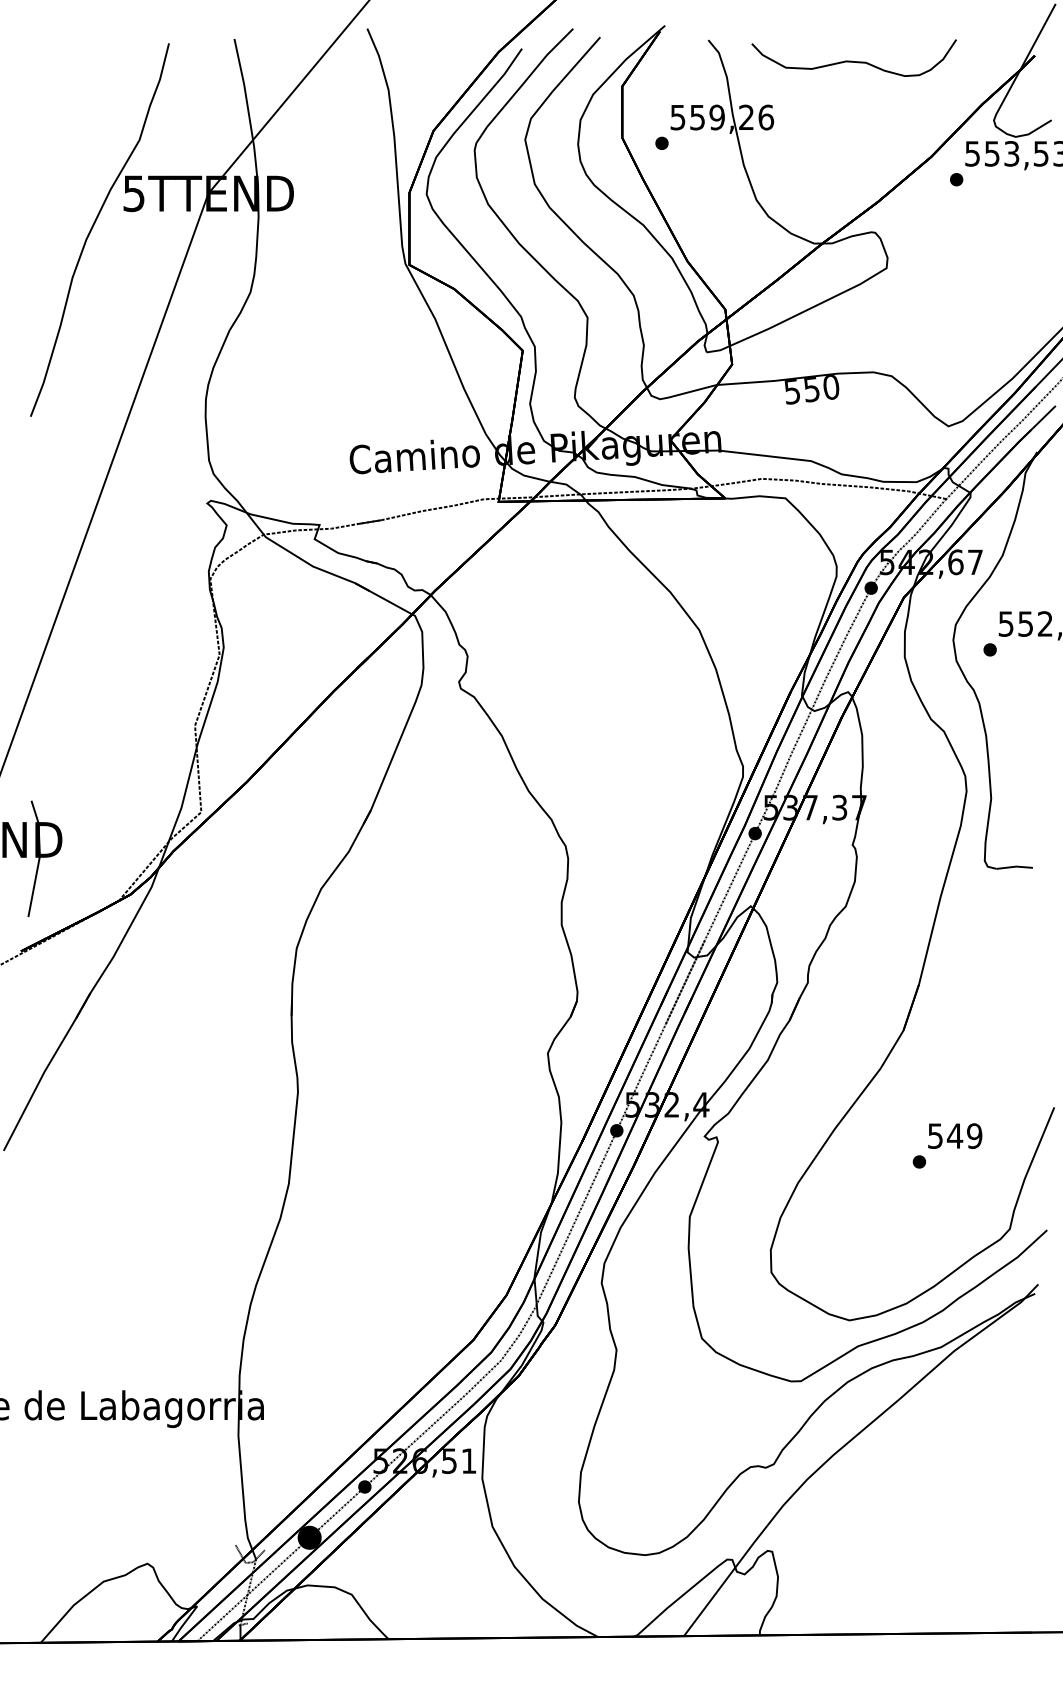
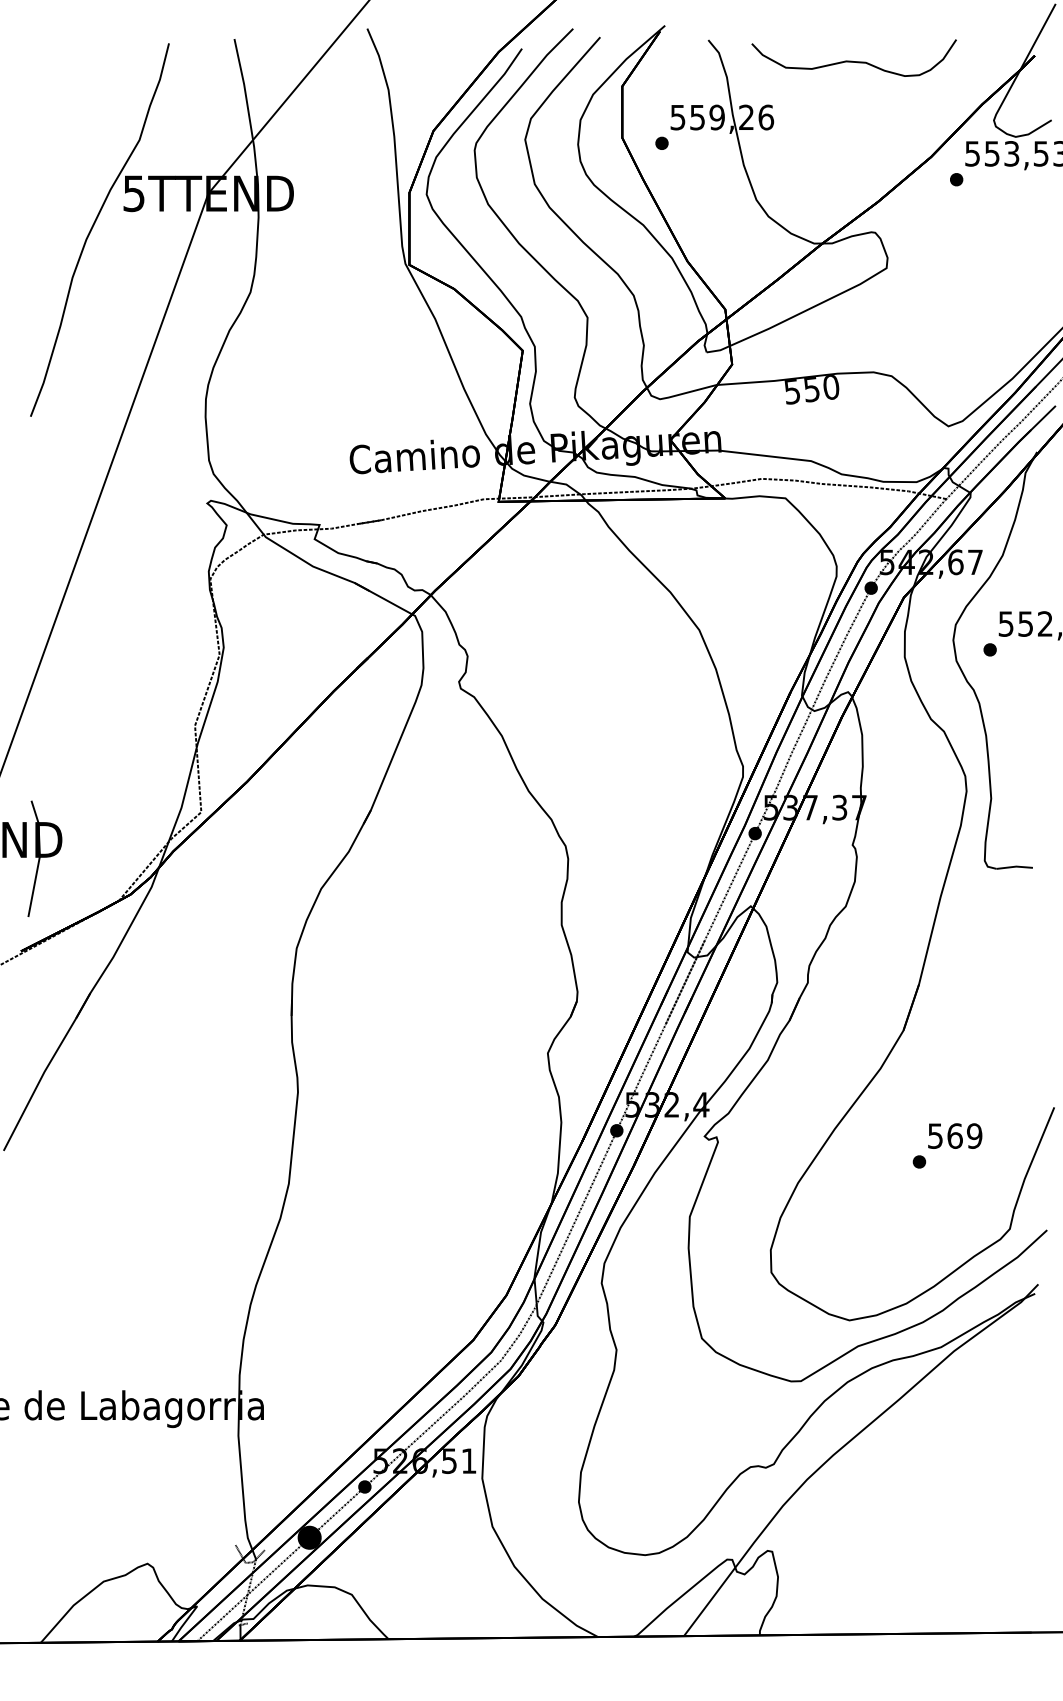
text at (954, 1135): 549 -> 569
